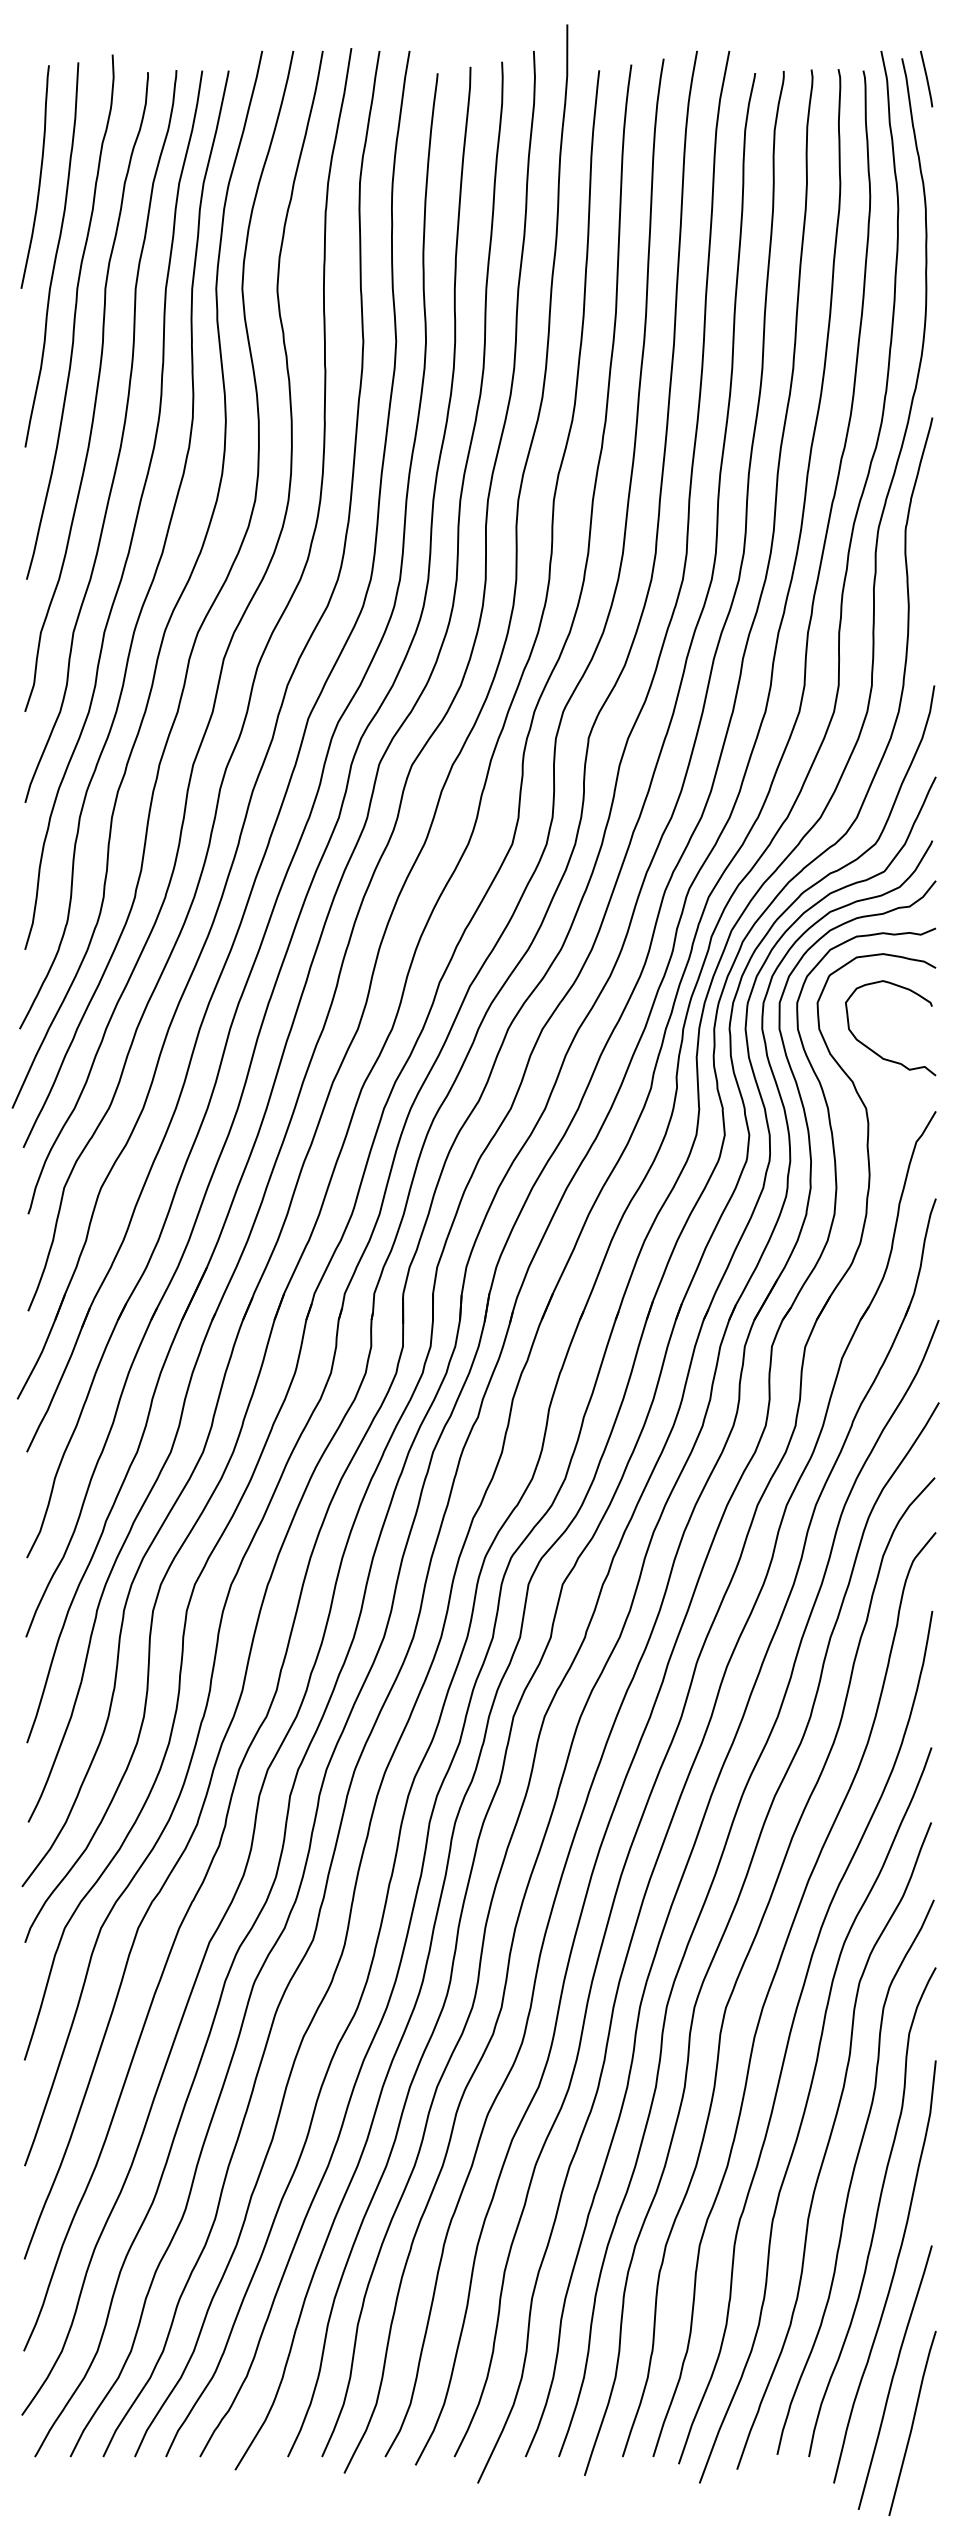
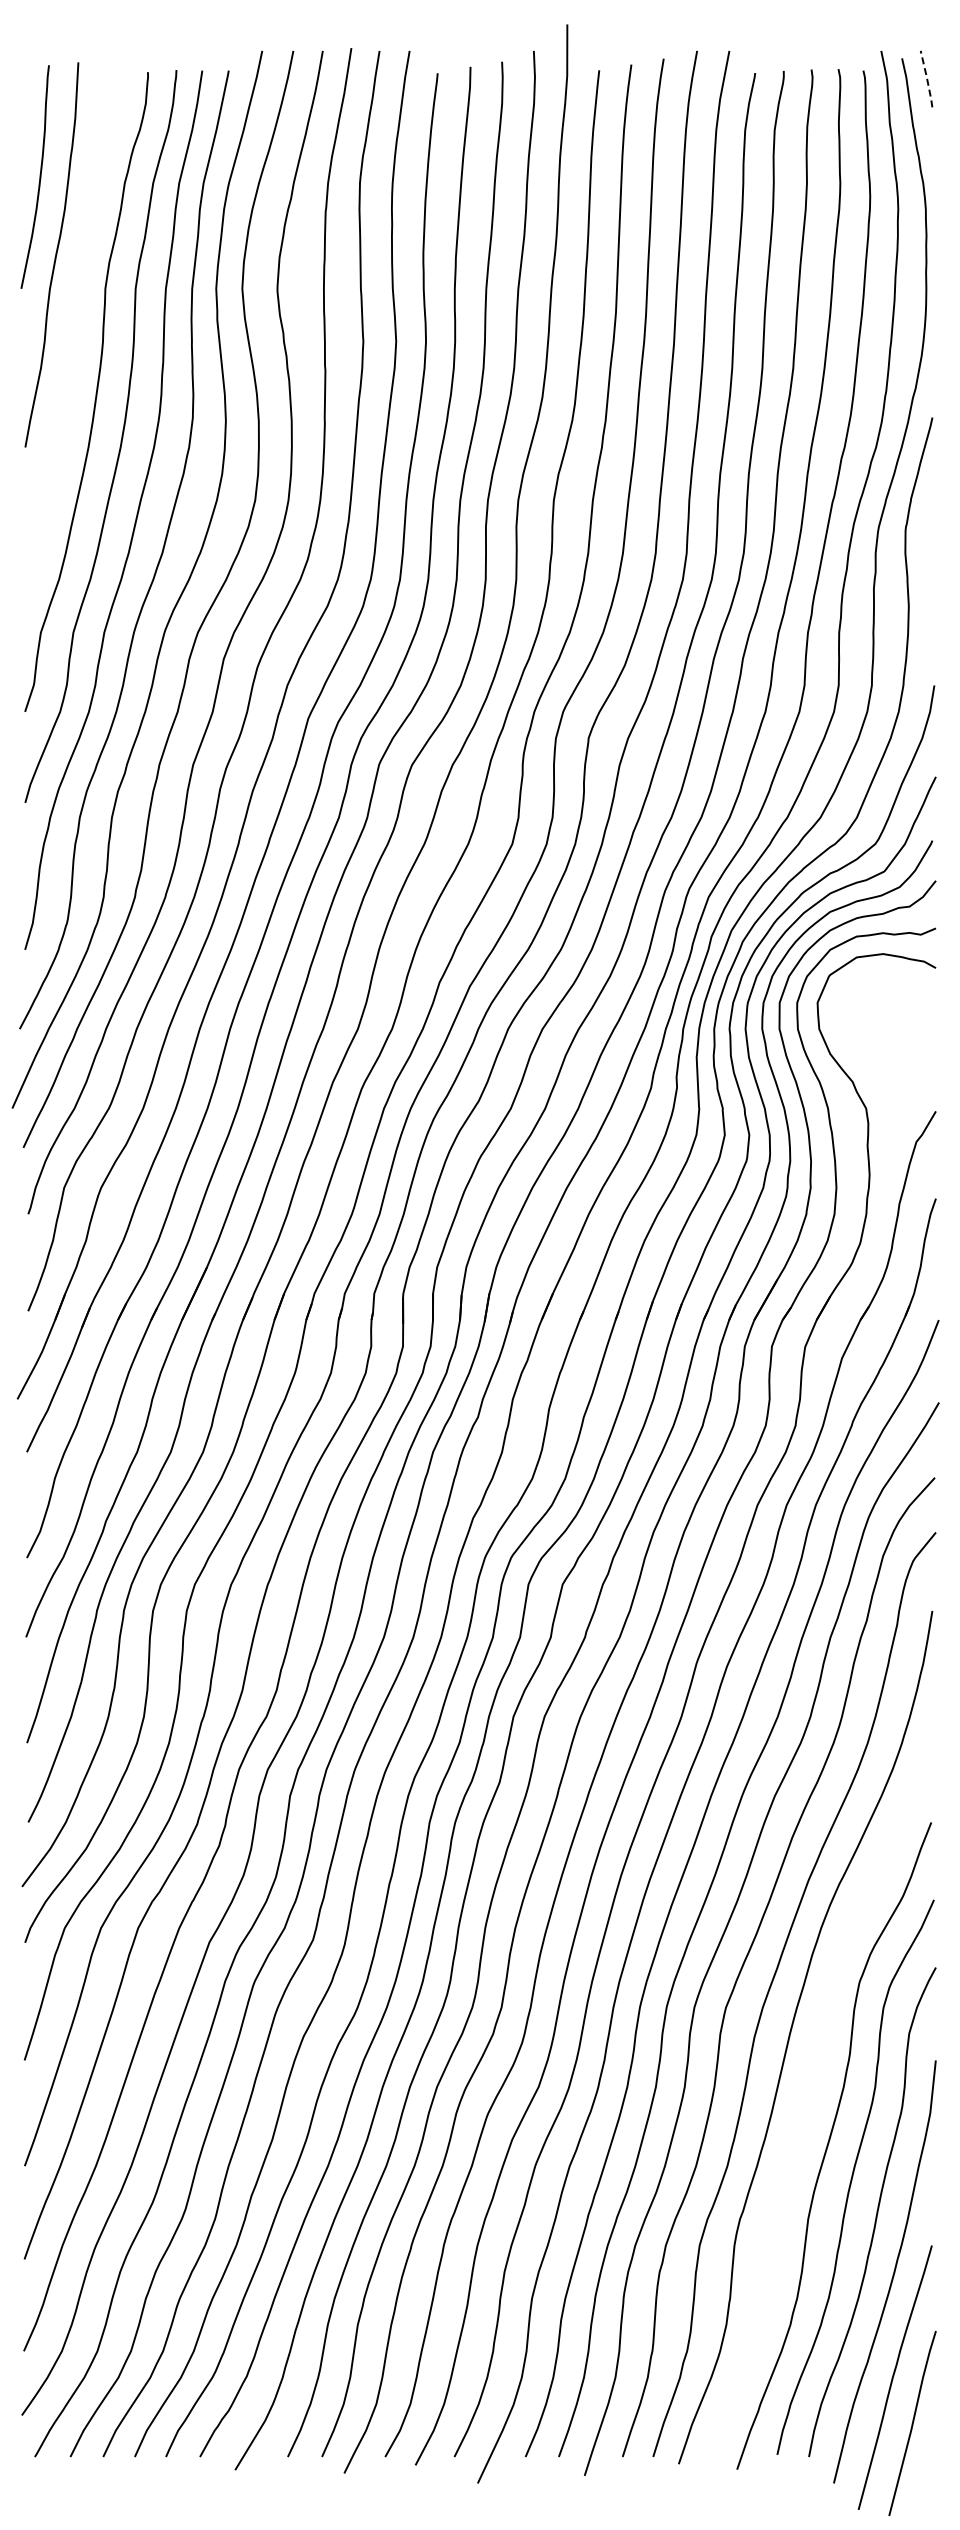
line at (927, 79): solid -> dashed
curve at (73, 317): present -> none
curve at (872, 1049): present -> none
curve at (805, 2112): present -> none
